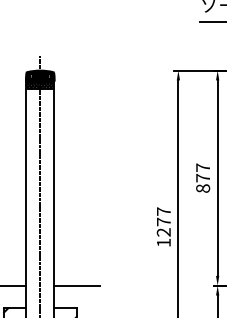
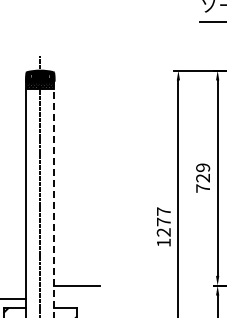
text at (203, 177): 877 -> 729
line at (54, 199): solid -> dashed
line at (14, 285) position: (14, 285) -> (14, 298)
